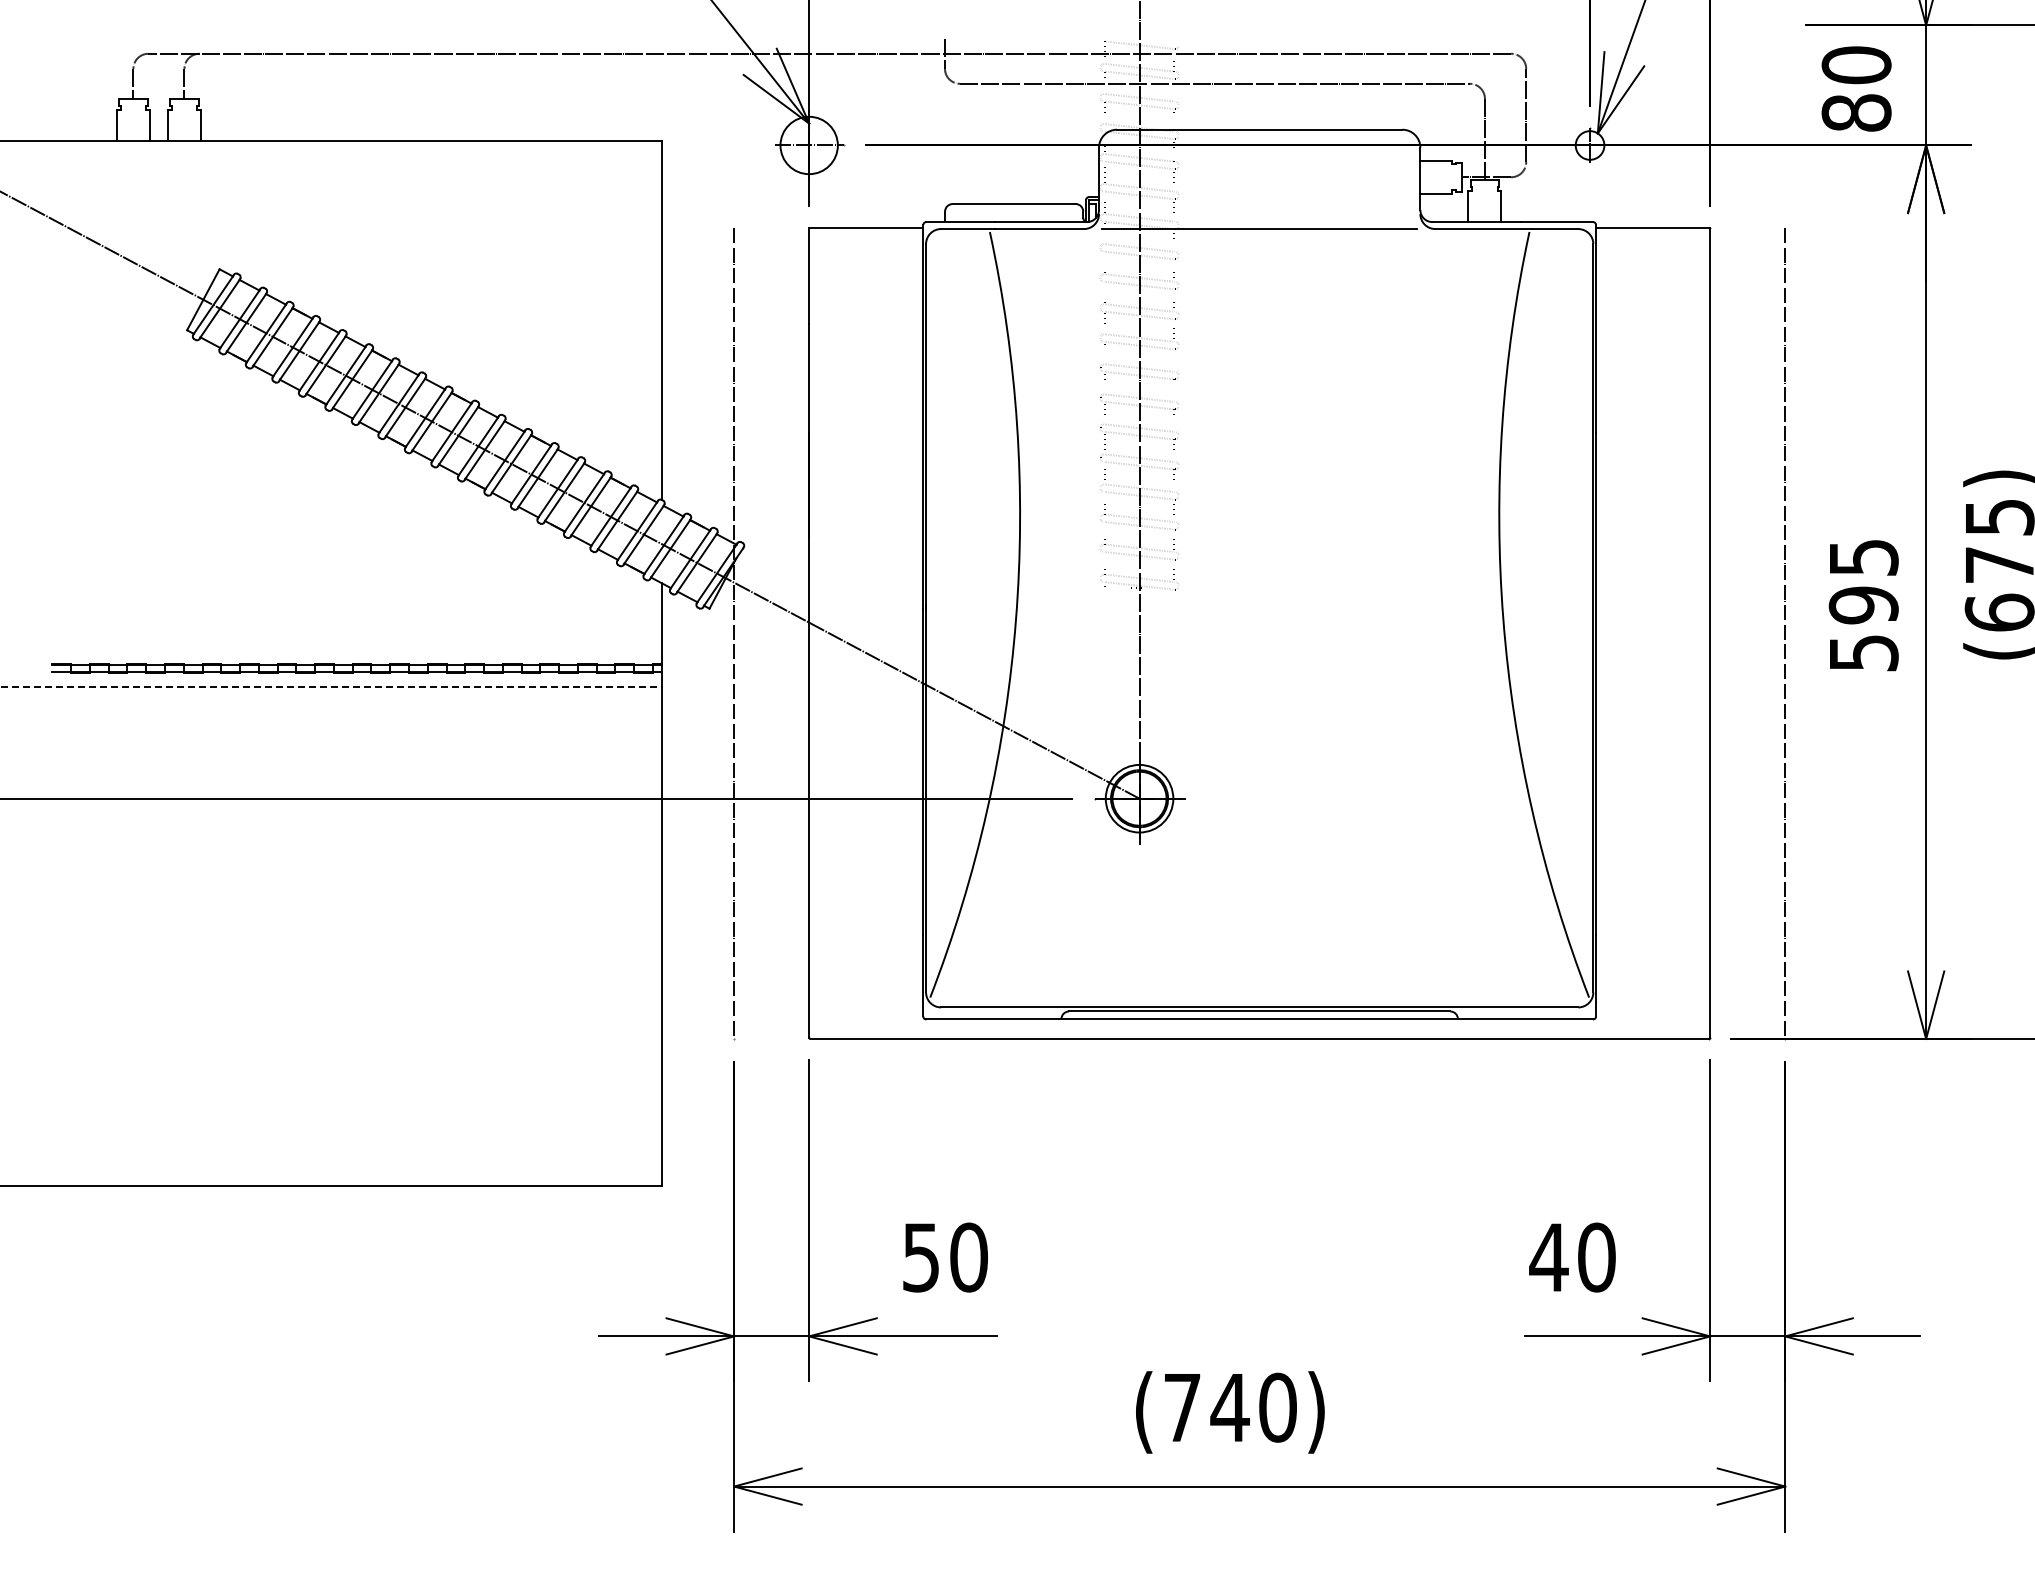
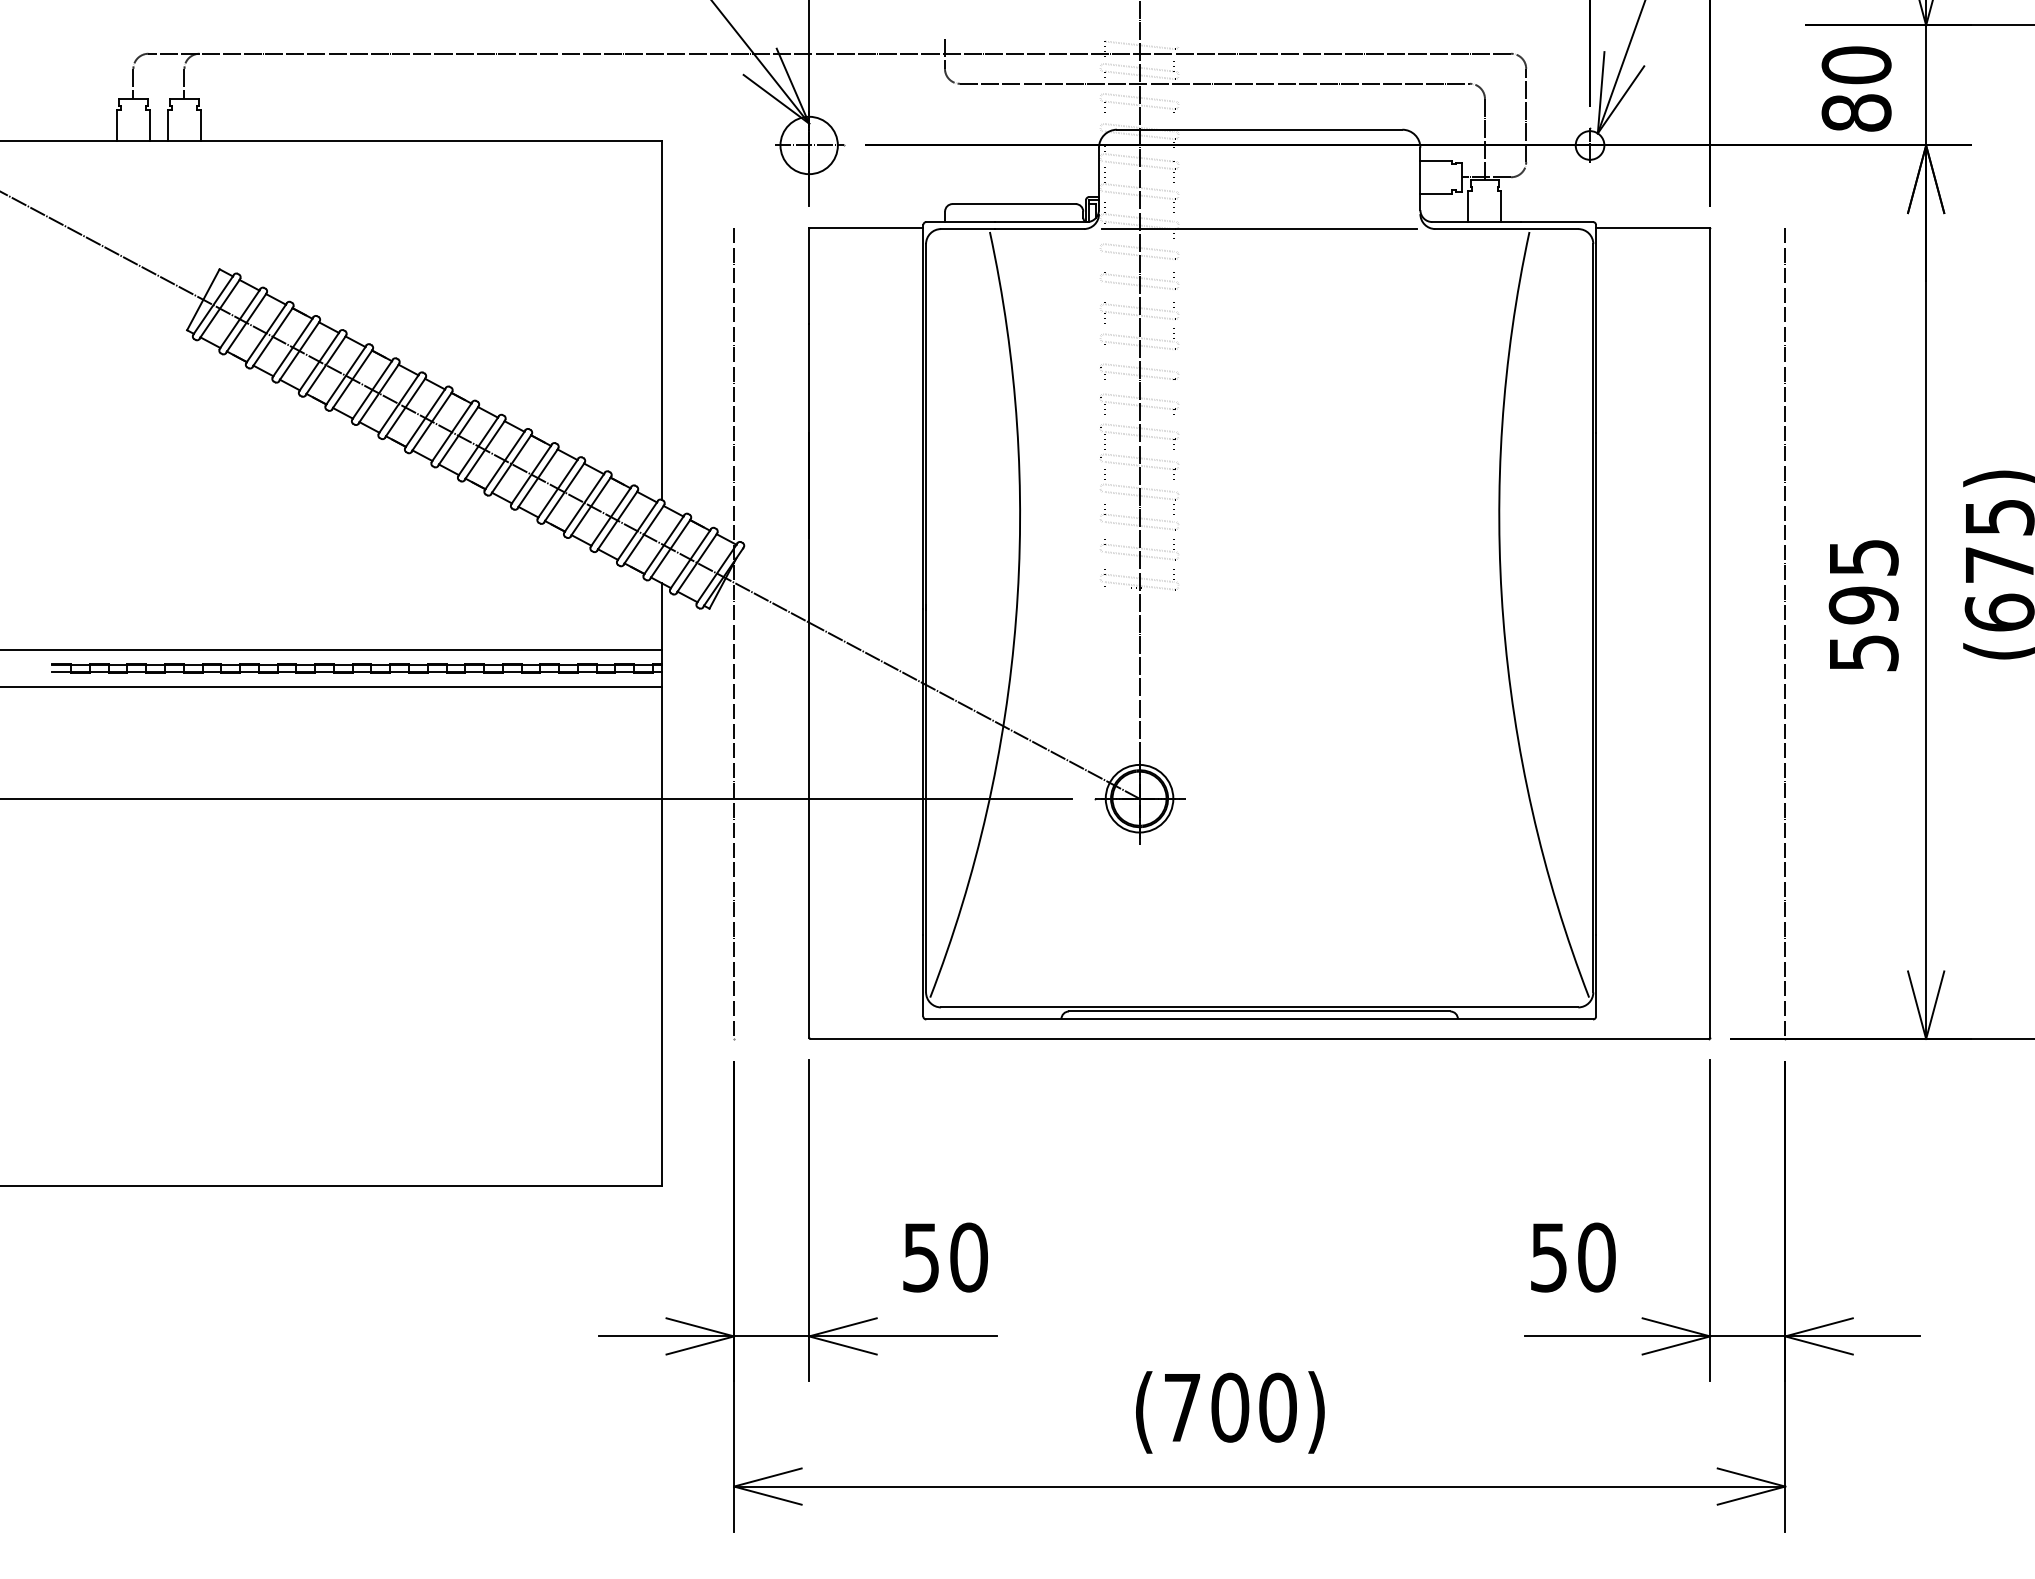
line at (332, 649): none -> present
line at (331, 687): dashed -> solid
text at (1548, 1257): 40 -> 50
text at (1229, 1407): 740 -> 700
